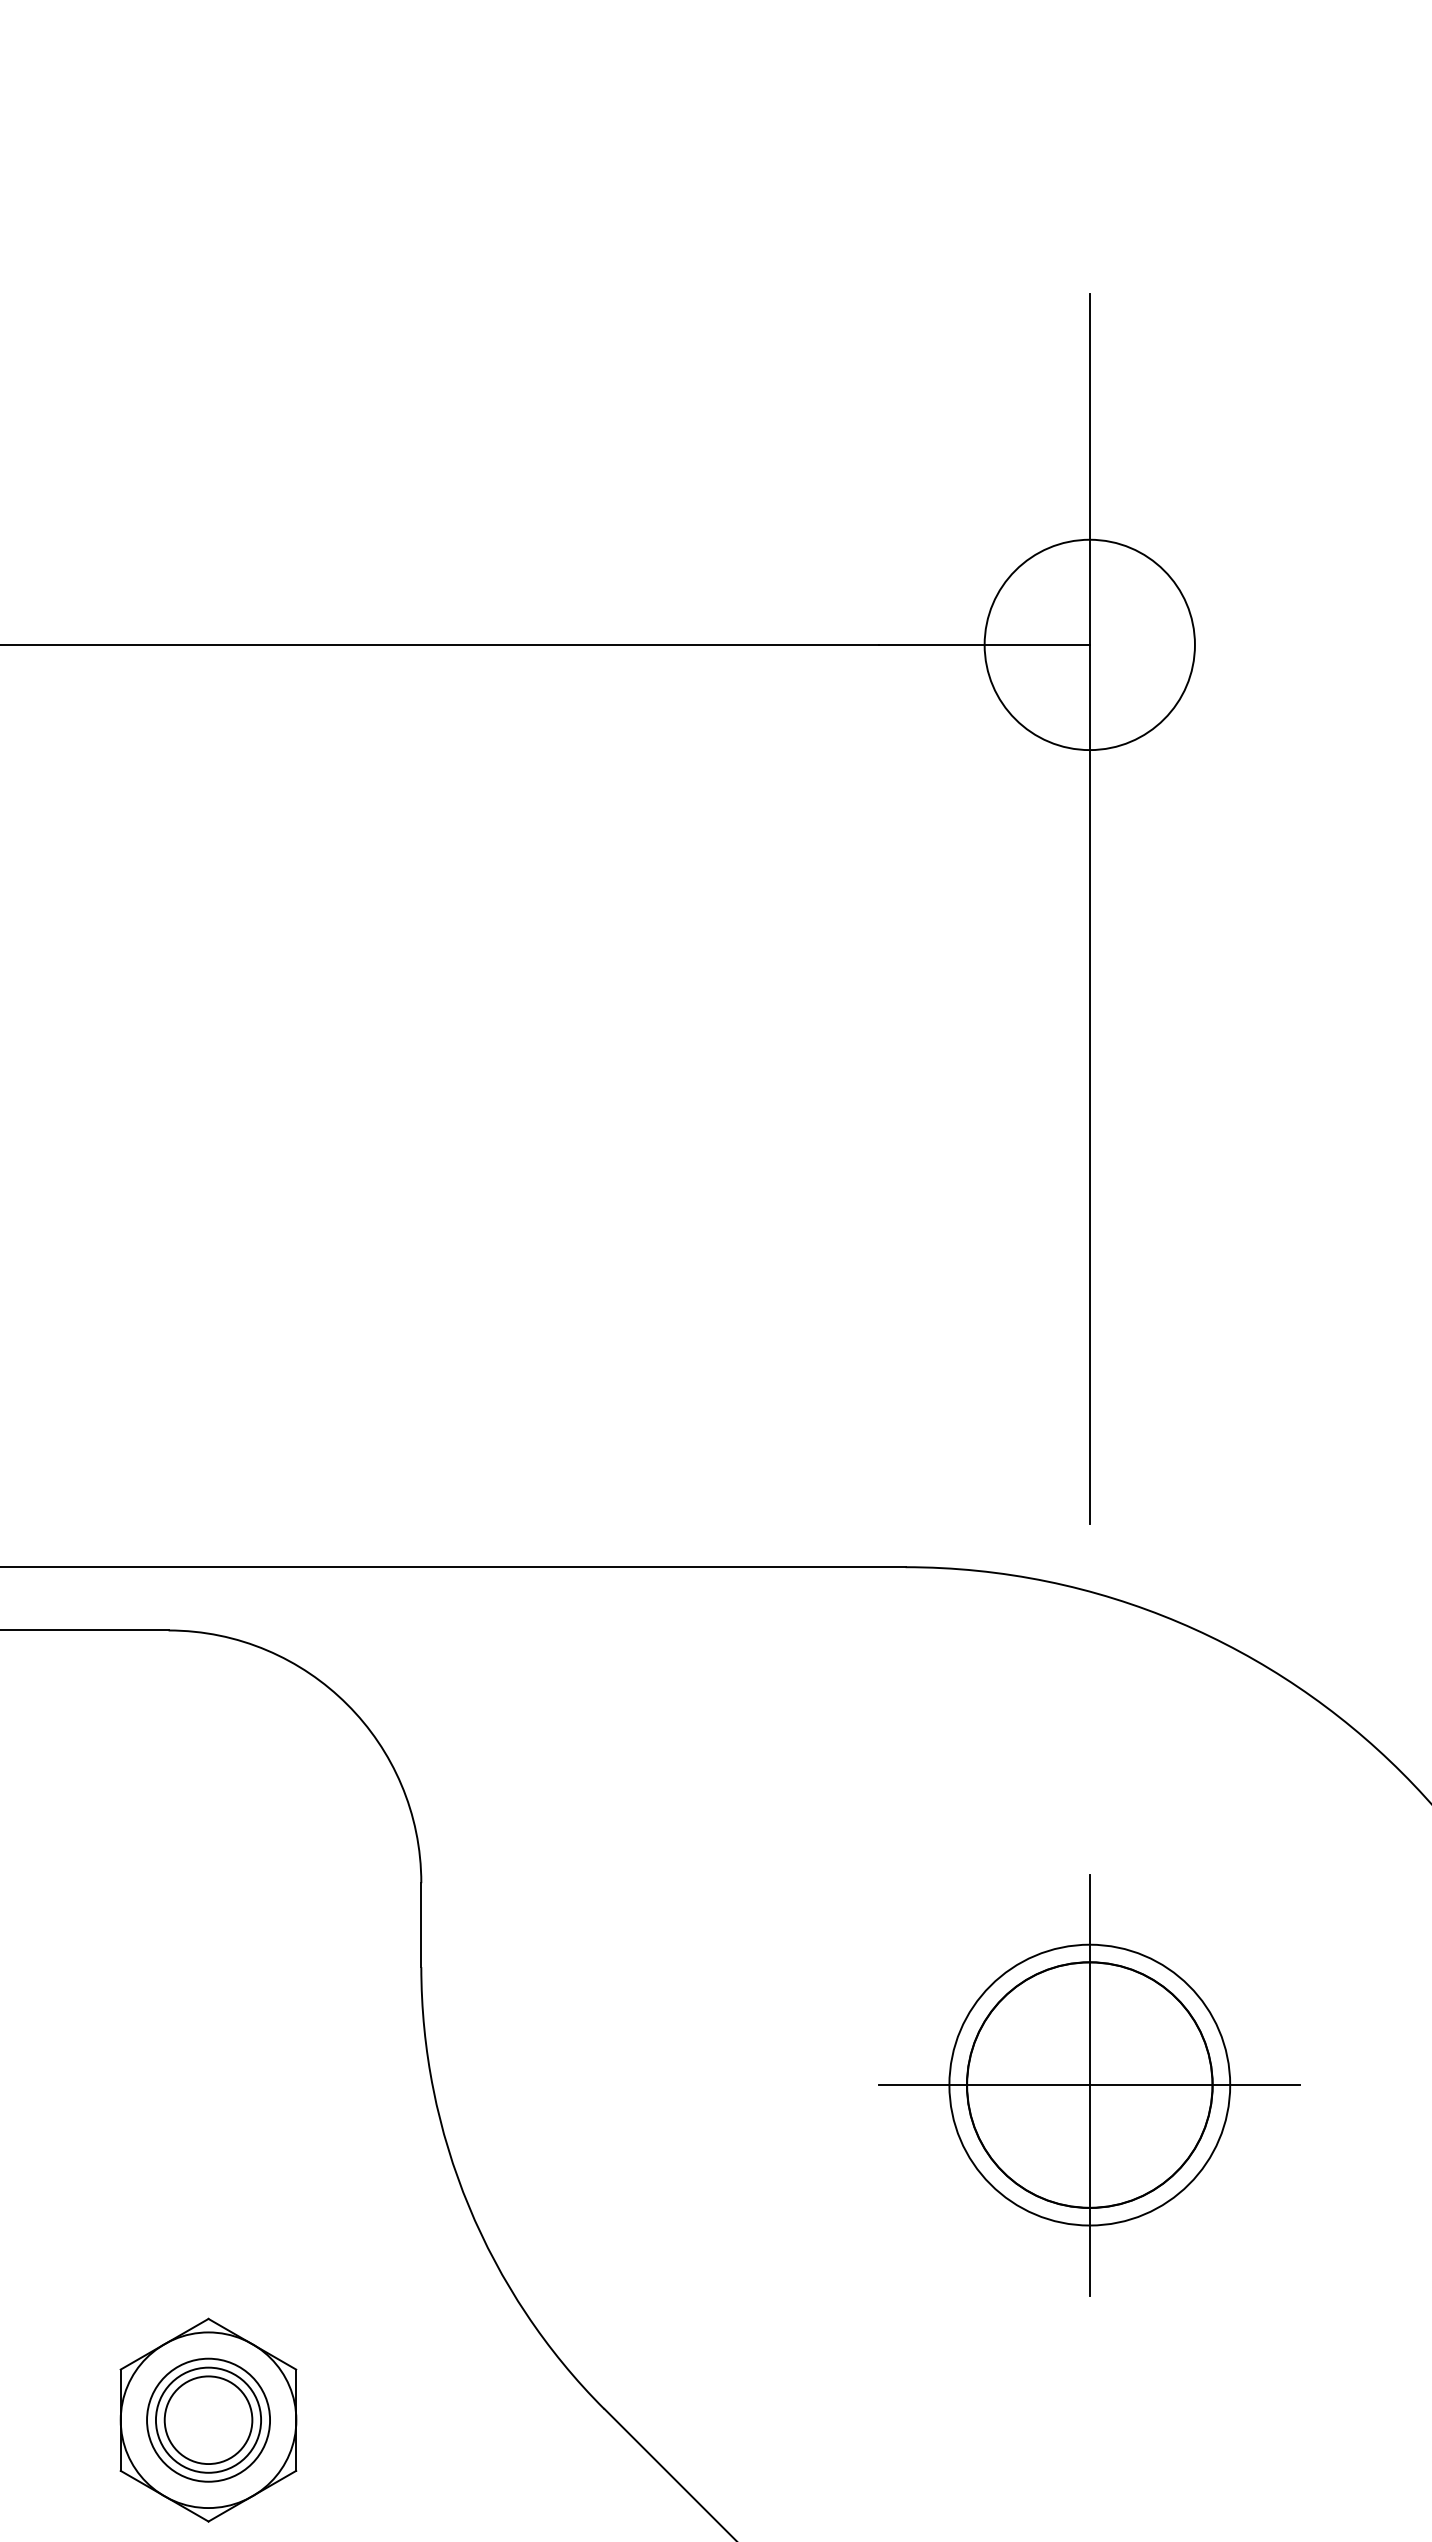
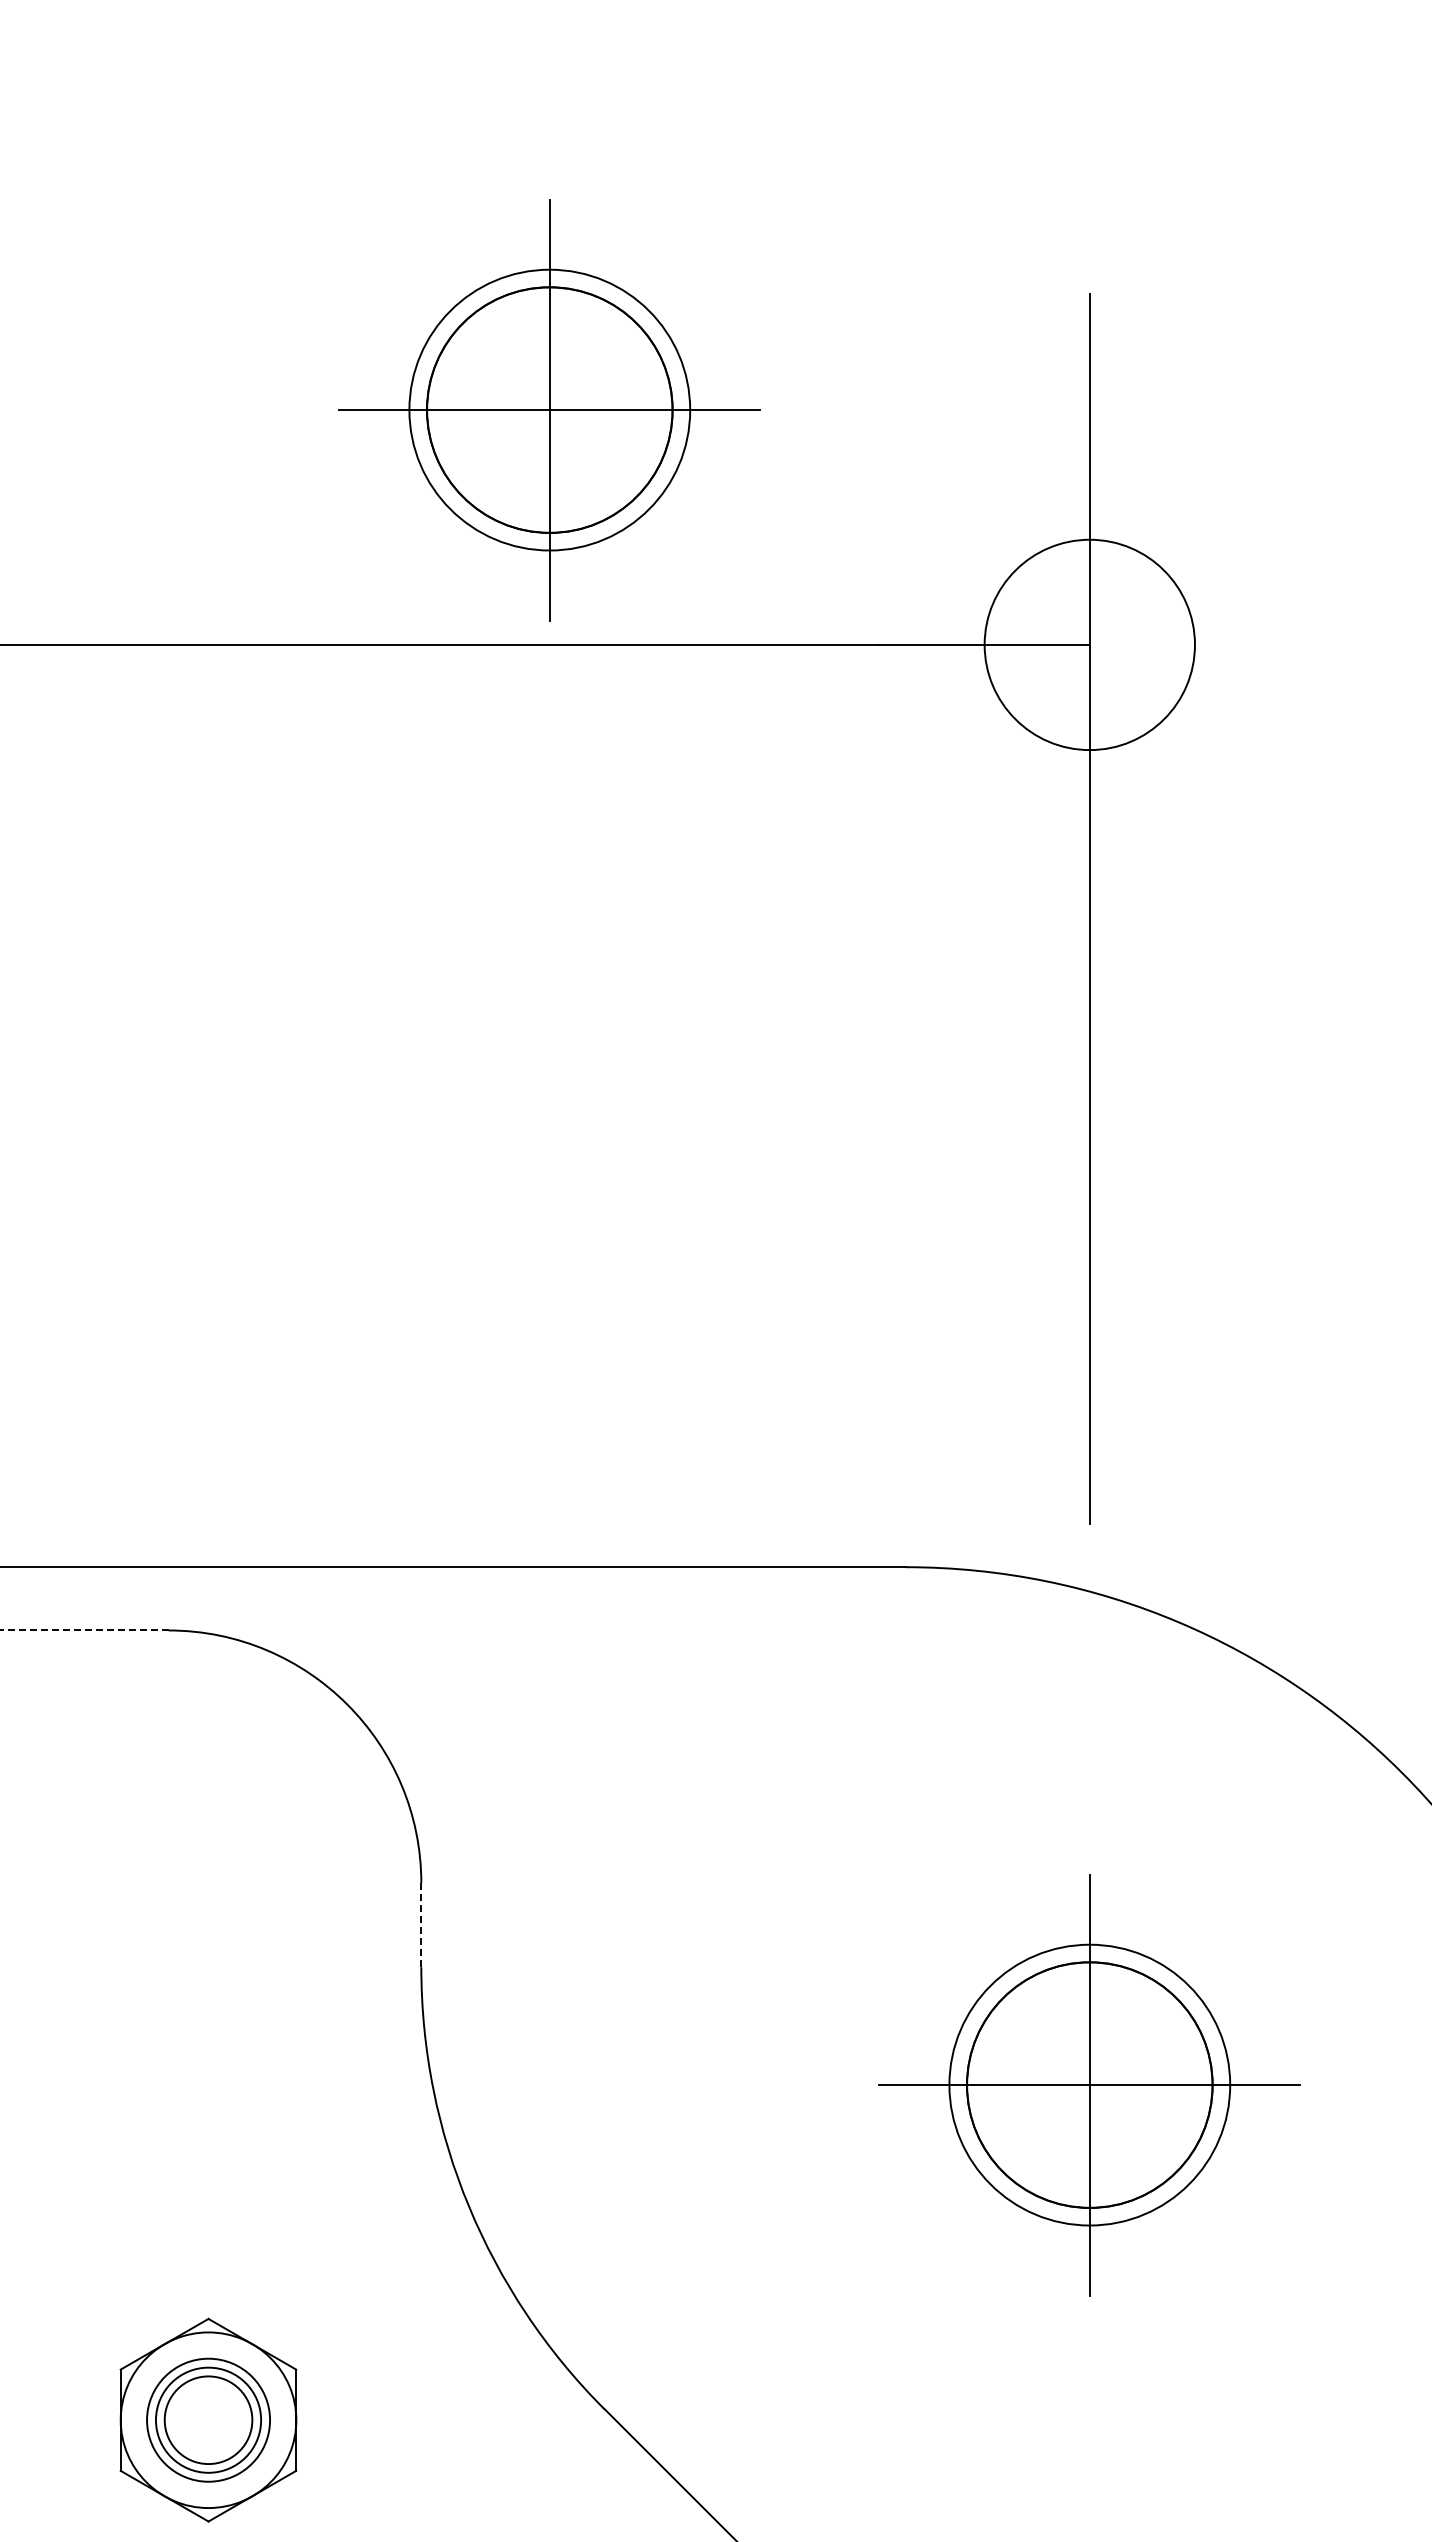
part at (549, 410): none -> present
line at (84, 1630): solid -> dashed
line at (421, 1925): solid -> dashed
